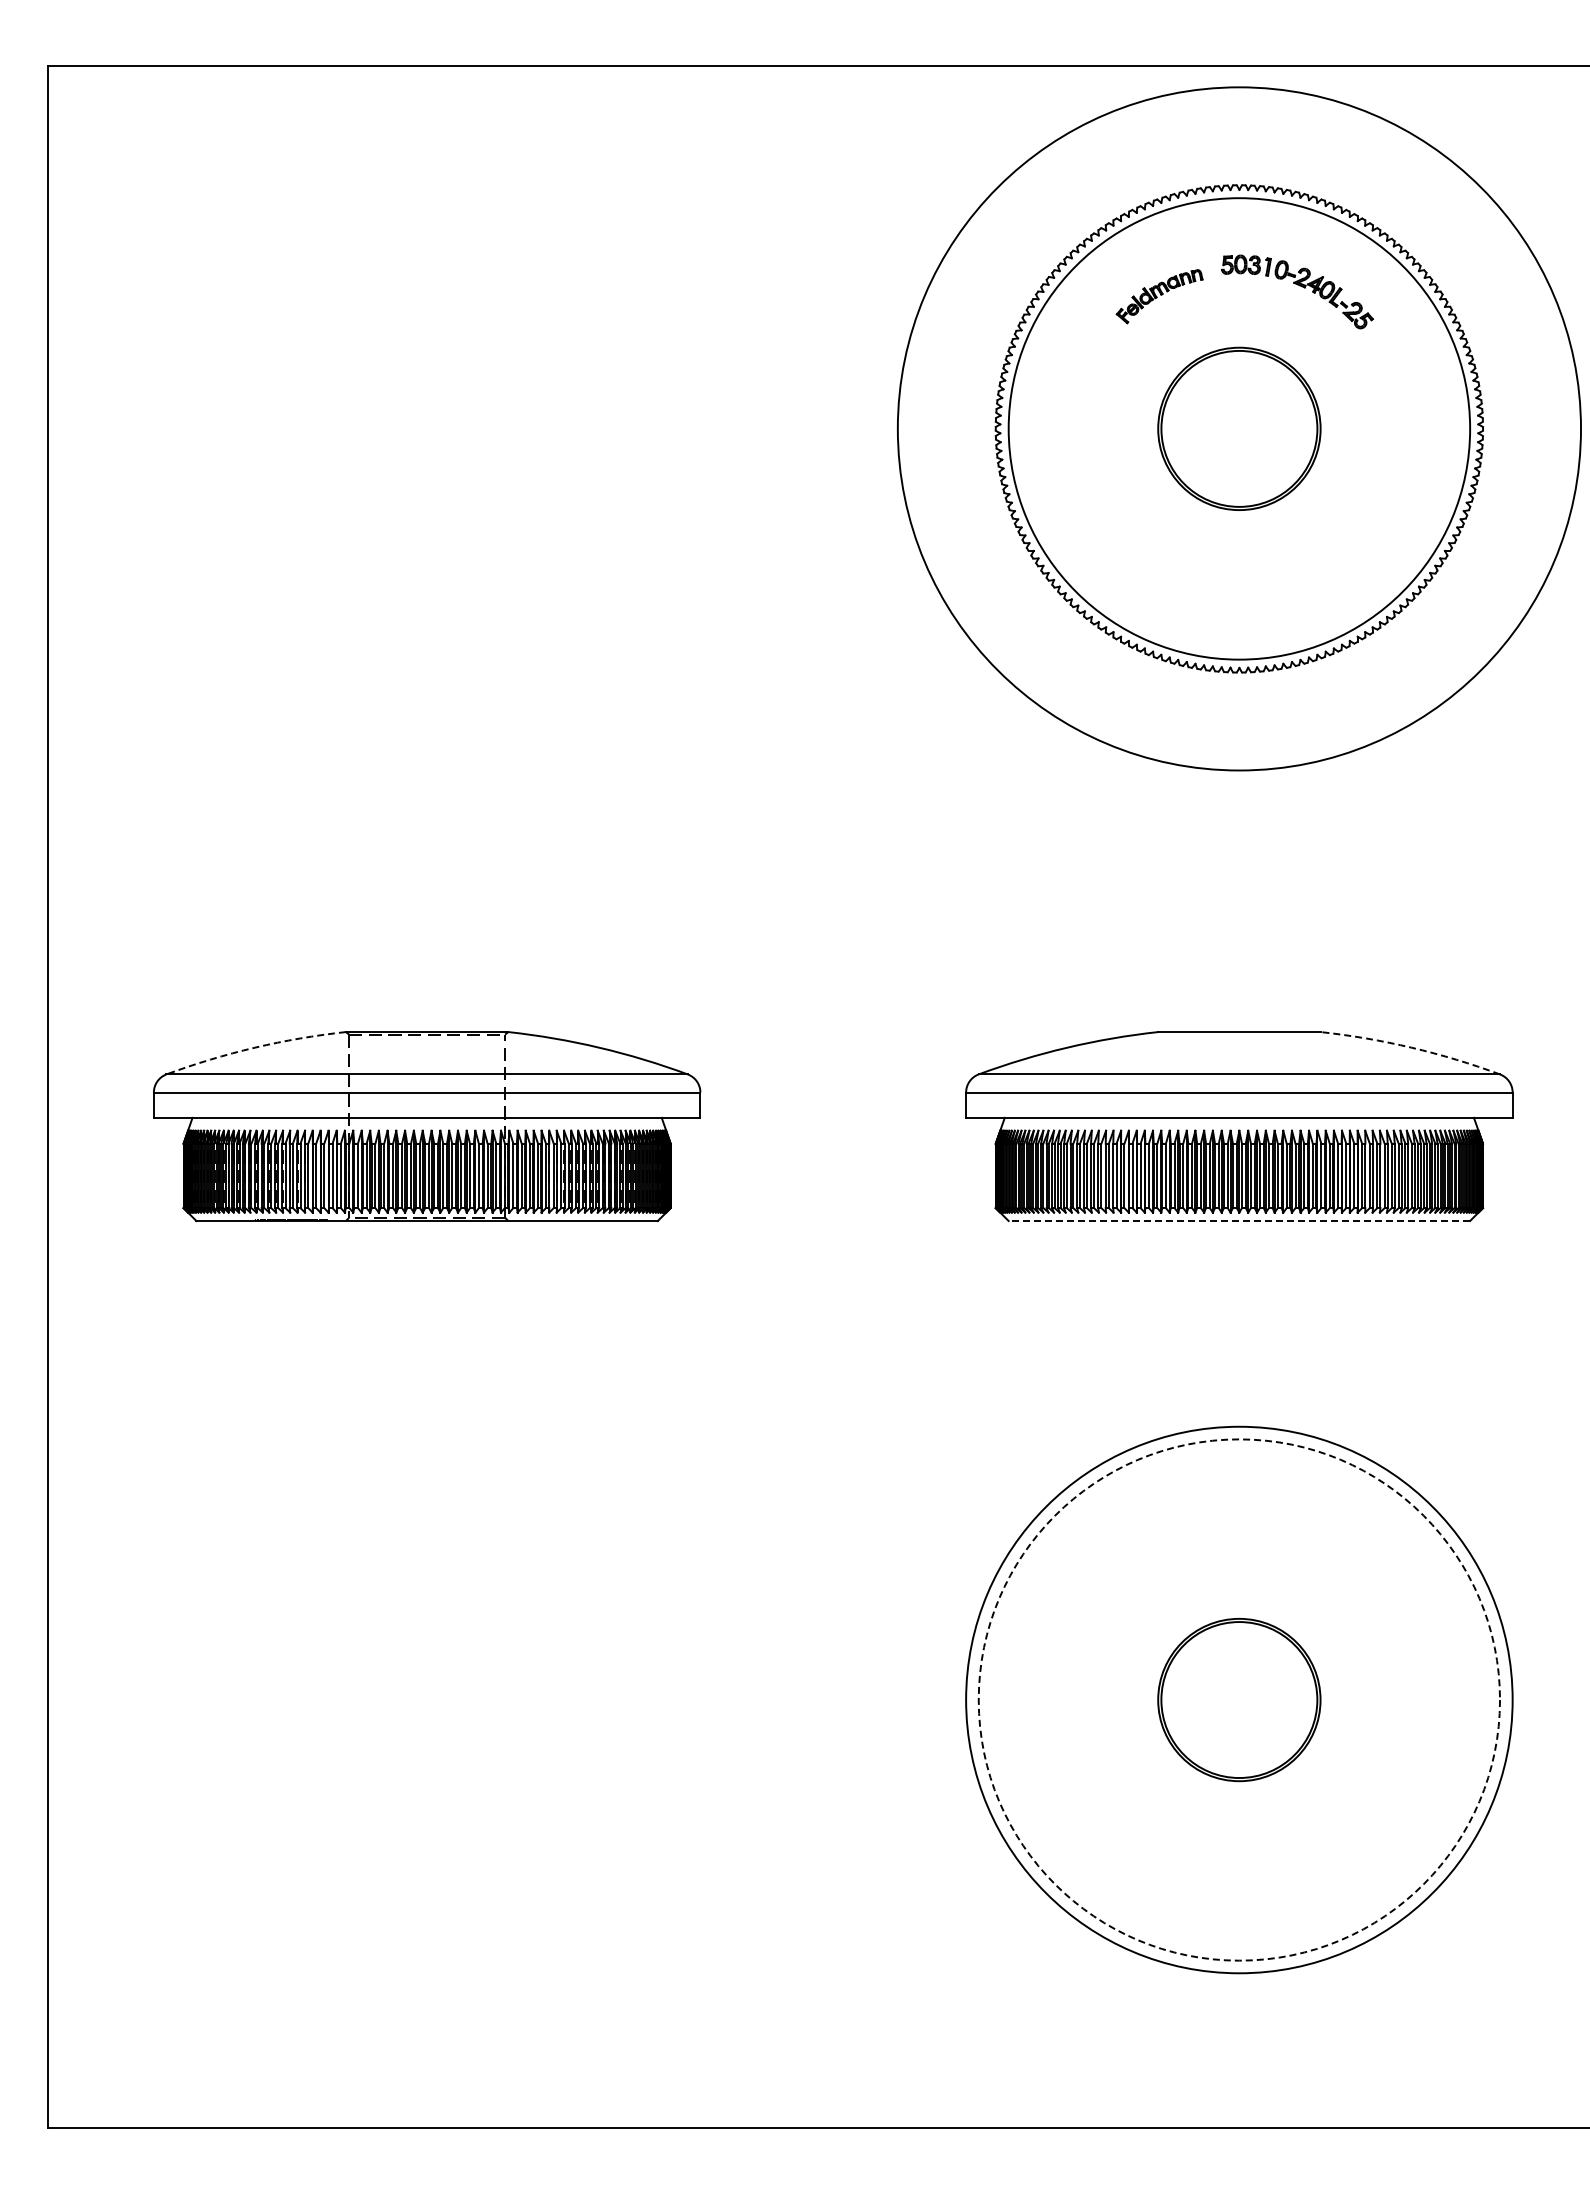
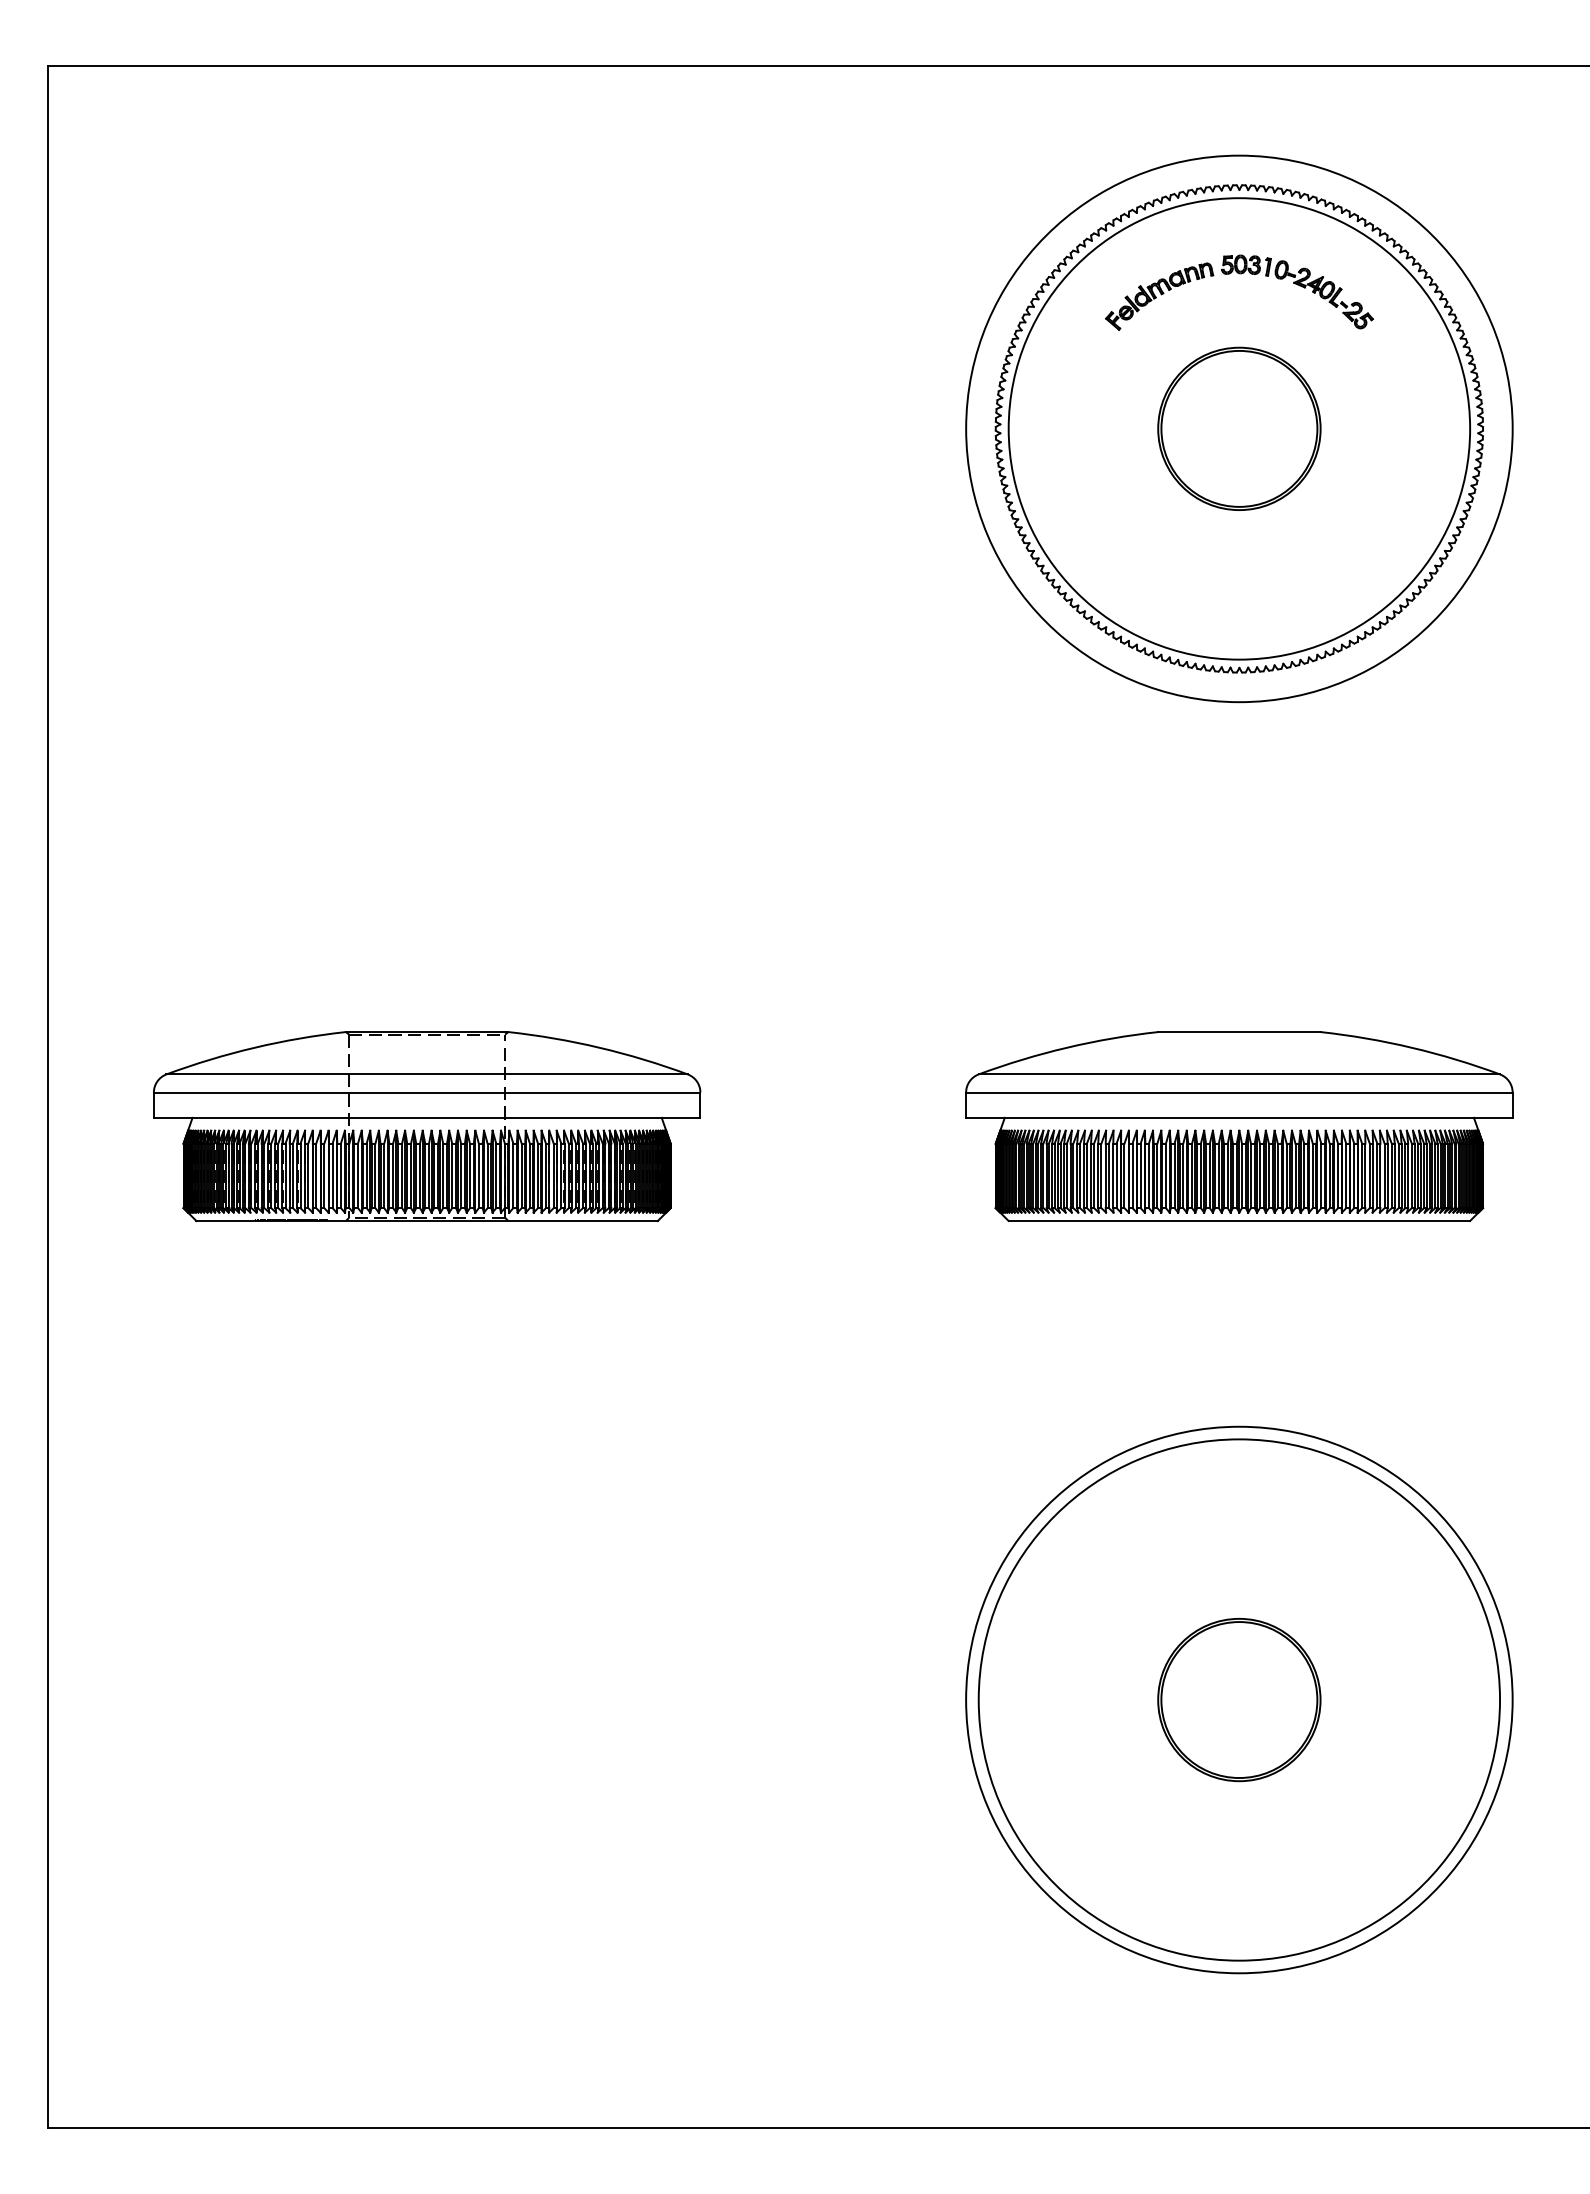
part at (1159, 296) size: 89x56 px -> 110x69 px
circle at (1239, 428) diameter: 683 px -> 547 px
arc at (254, 1047): dashed -> solid
arc at (1411, 1047): dashed -> solid
line at (1239, 1221): dashed -> solid
circle at (1239, 1699): dashed -> solid
